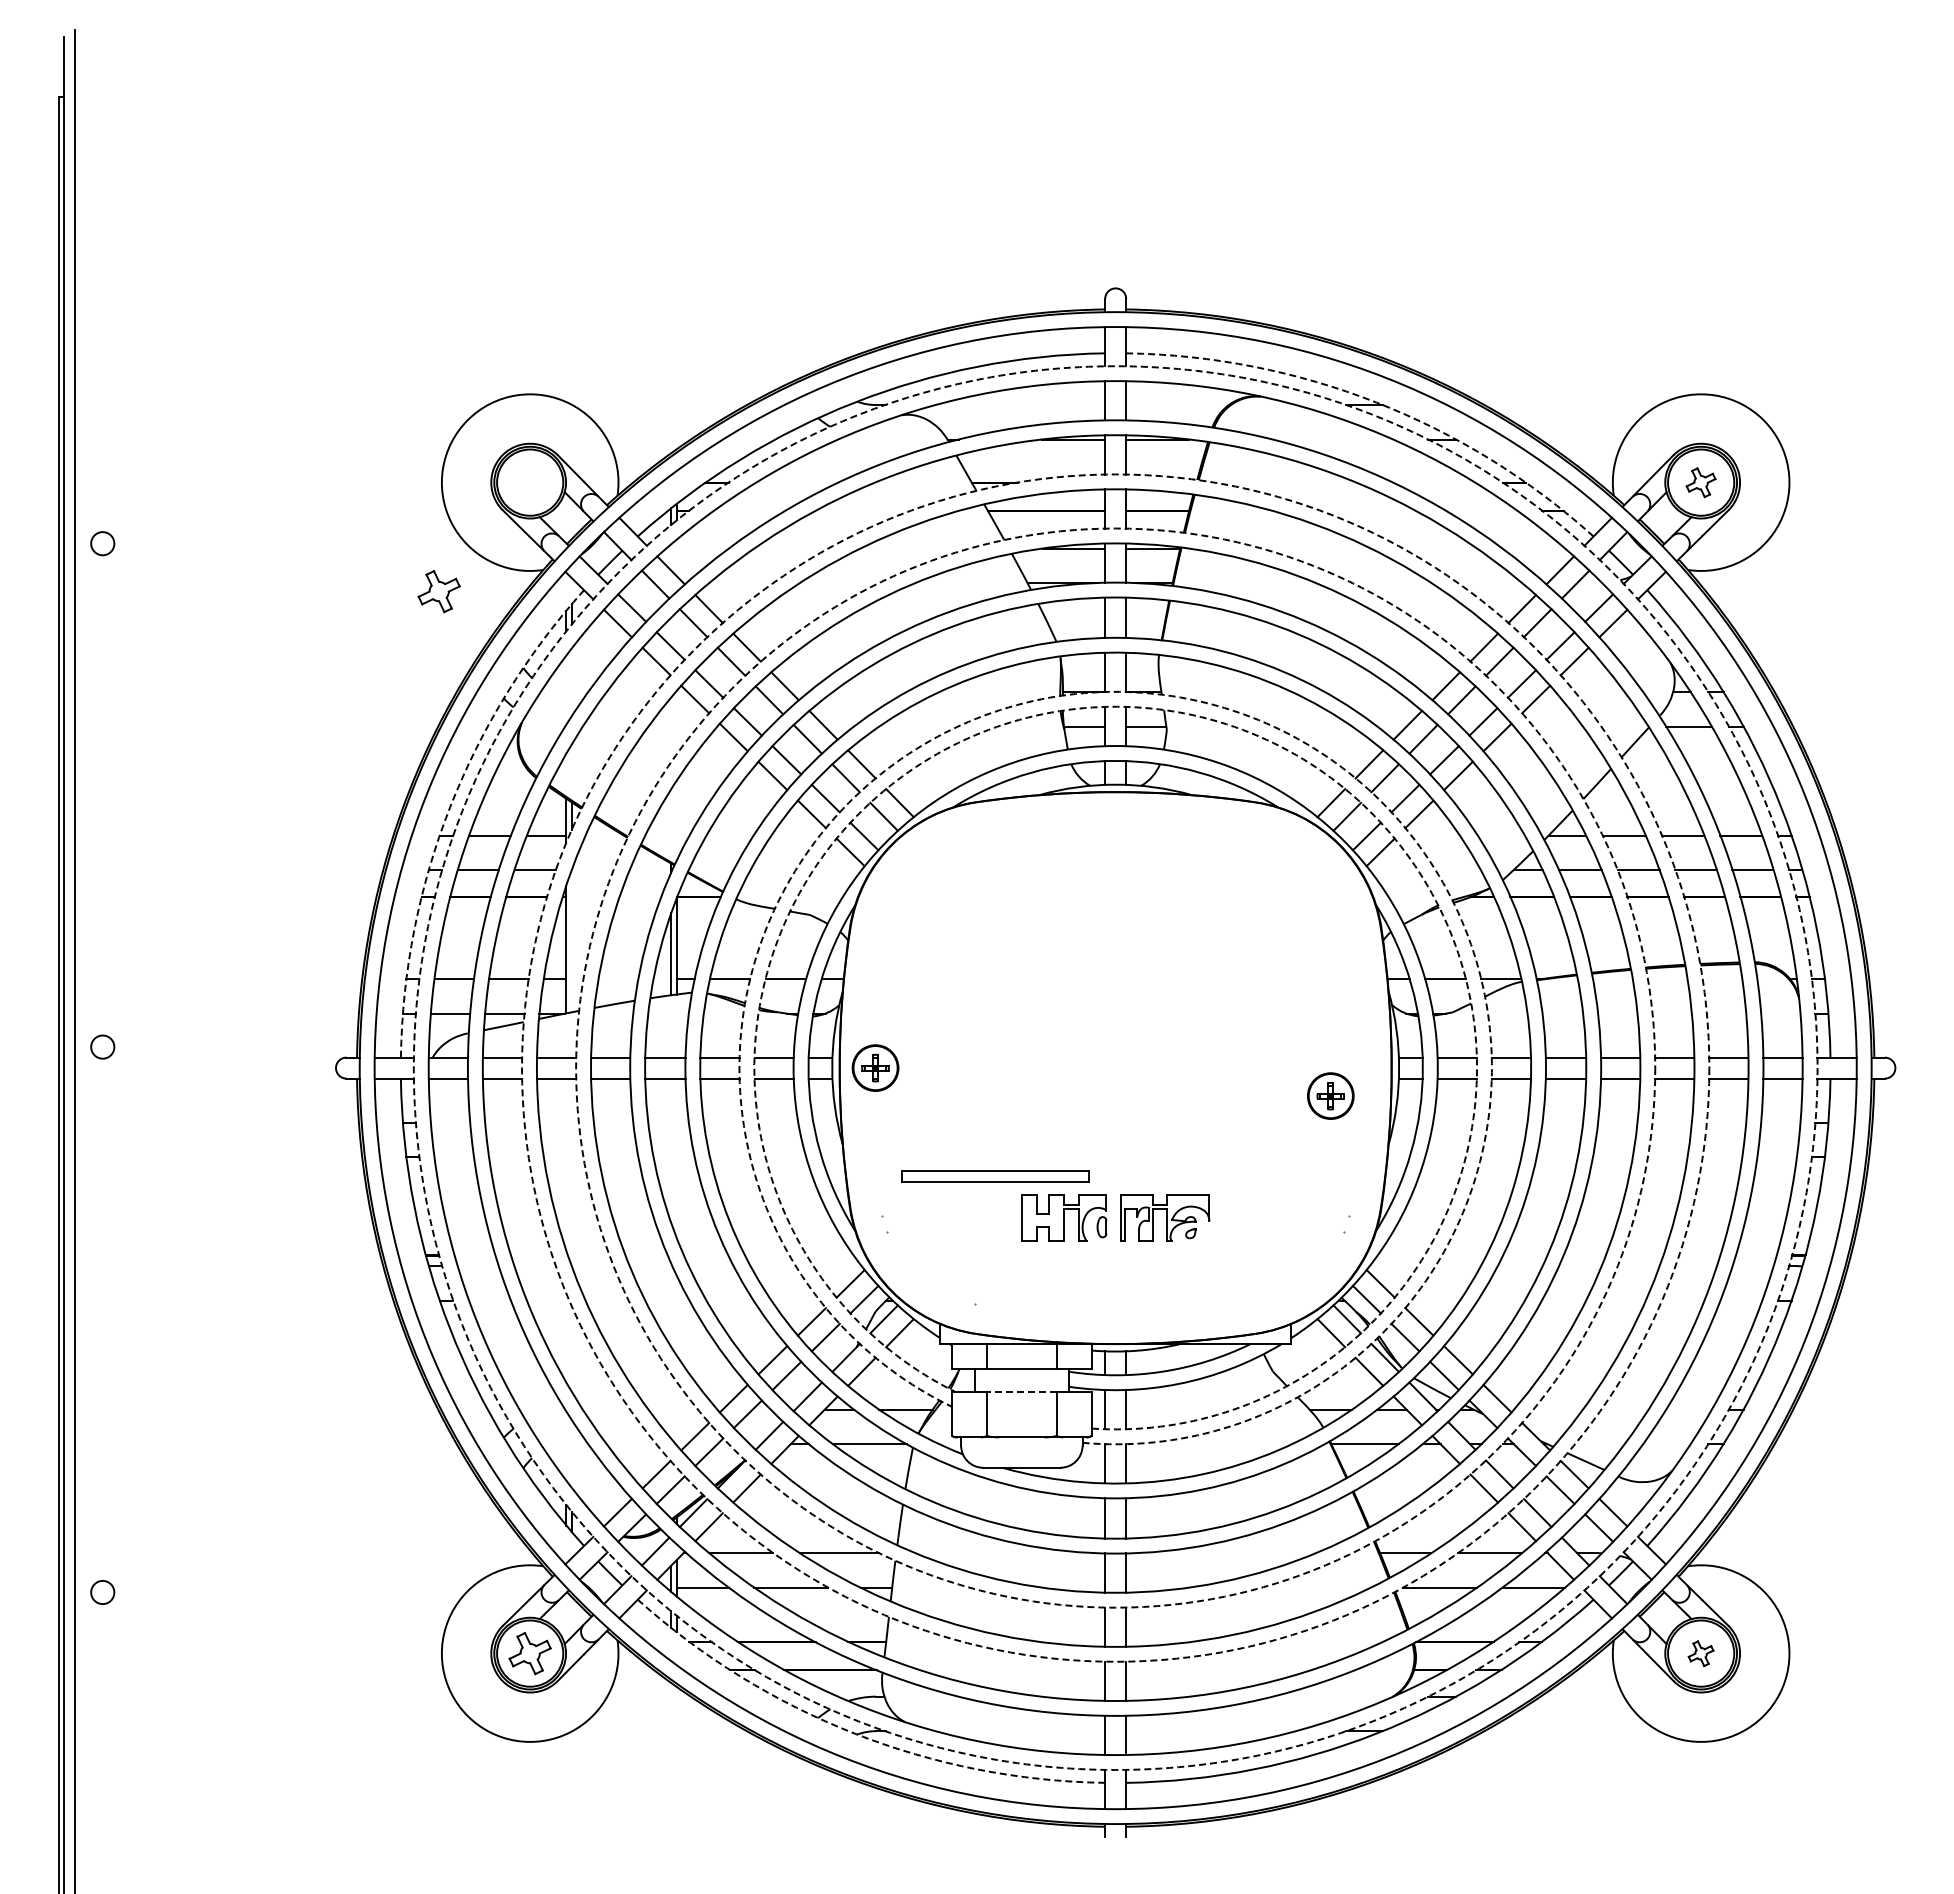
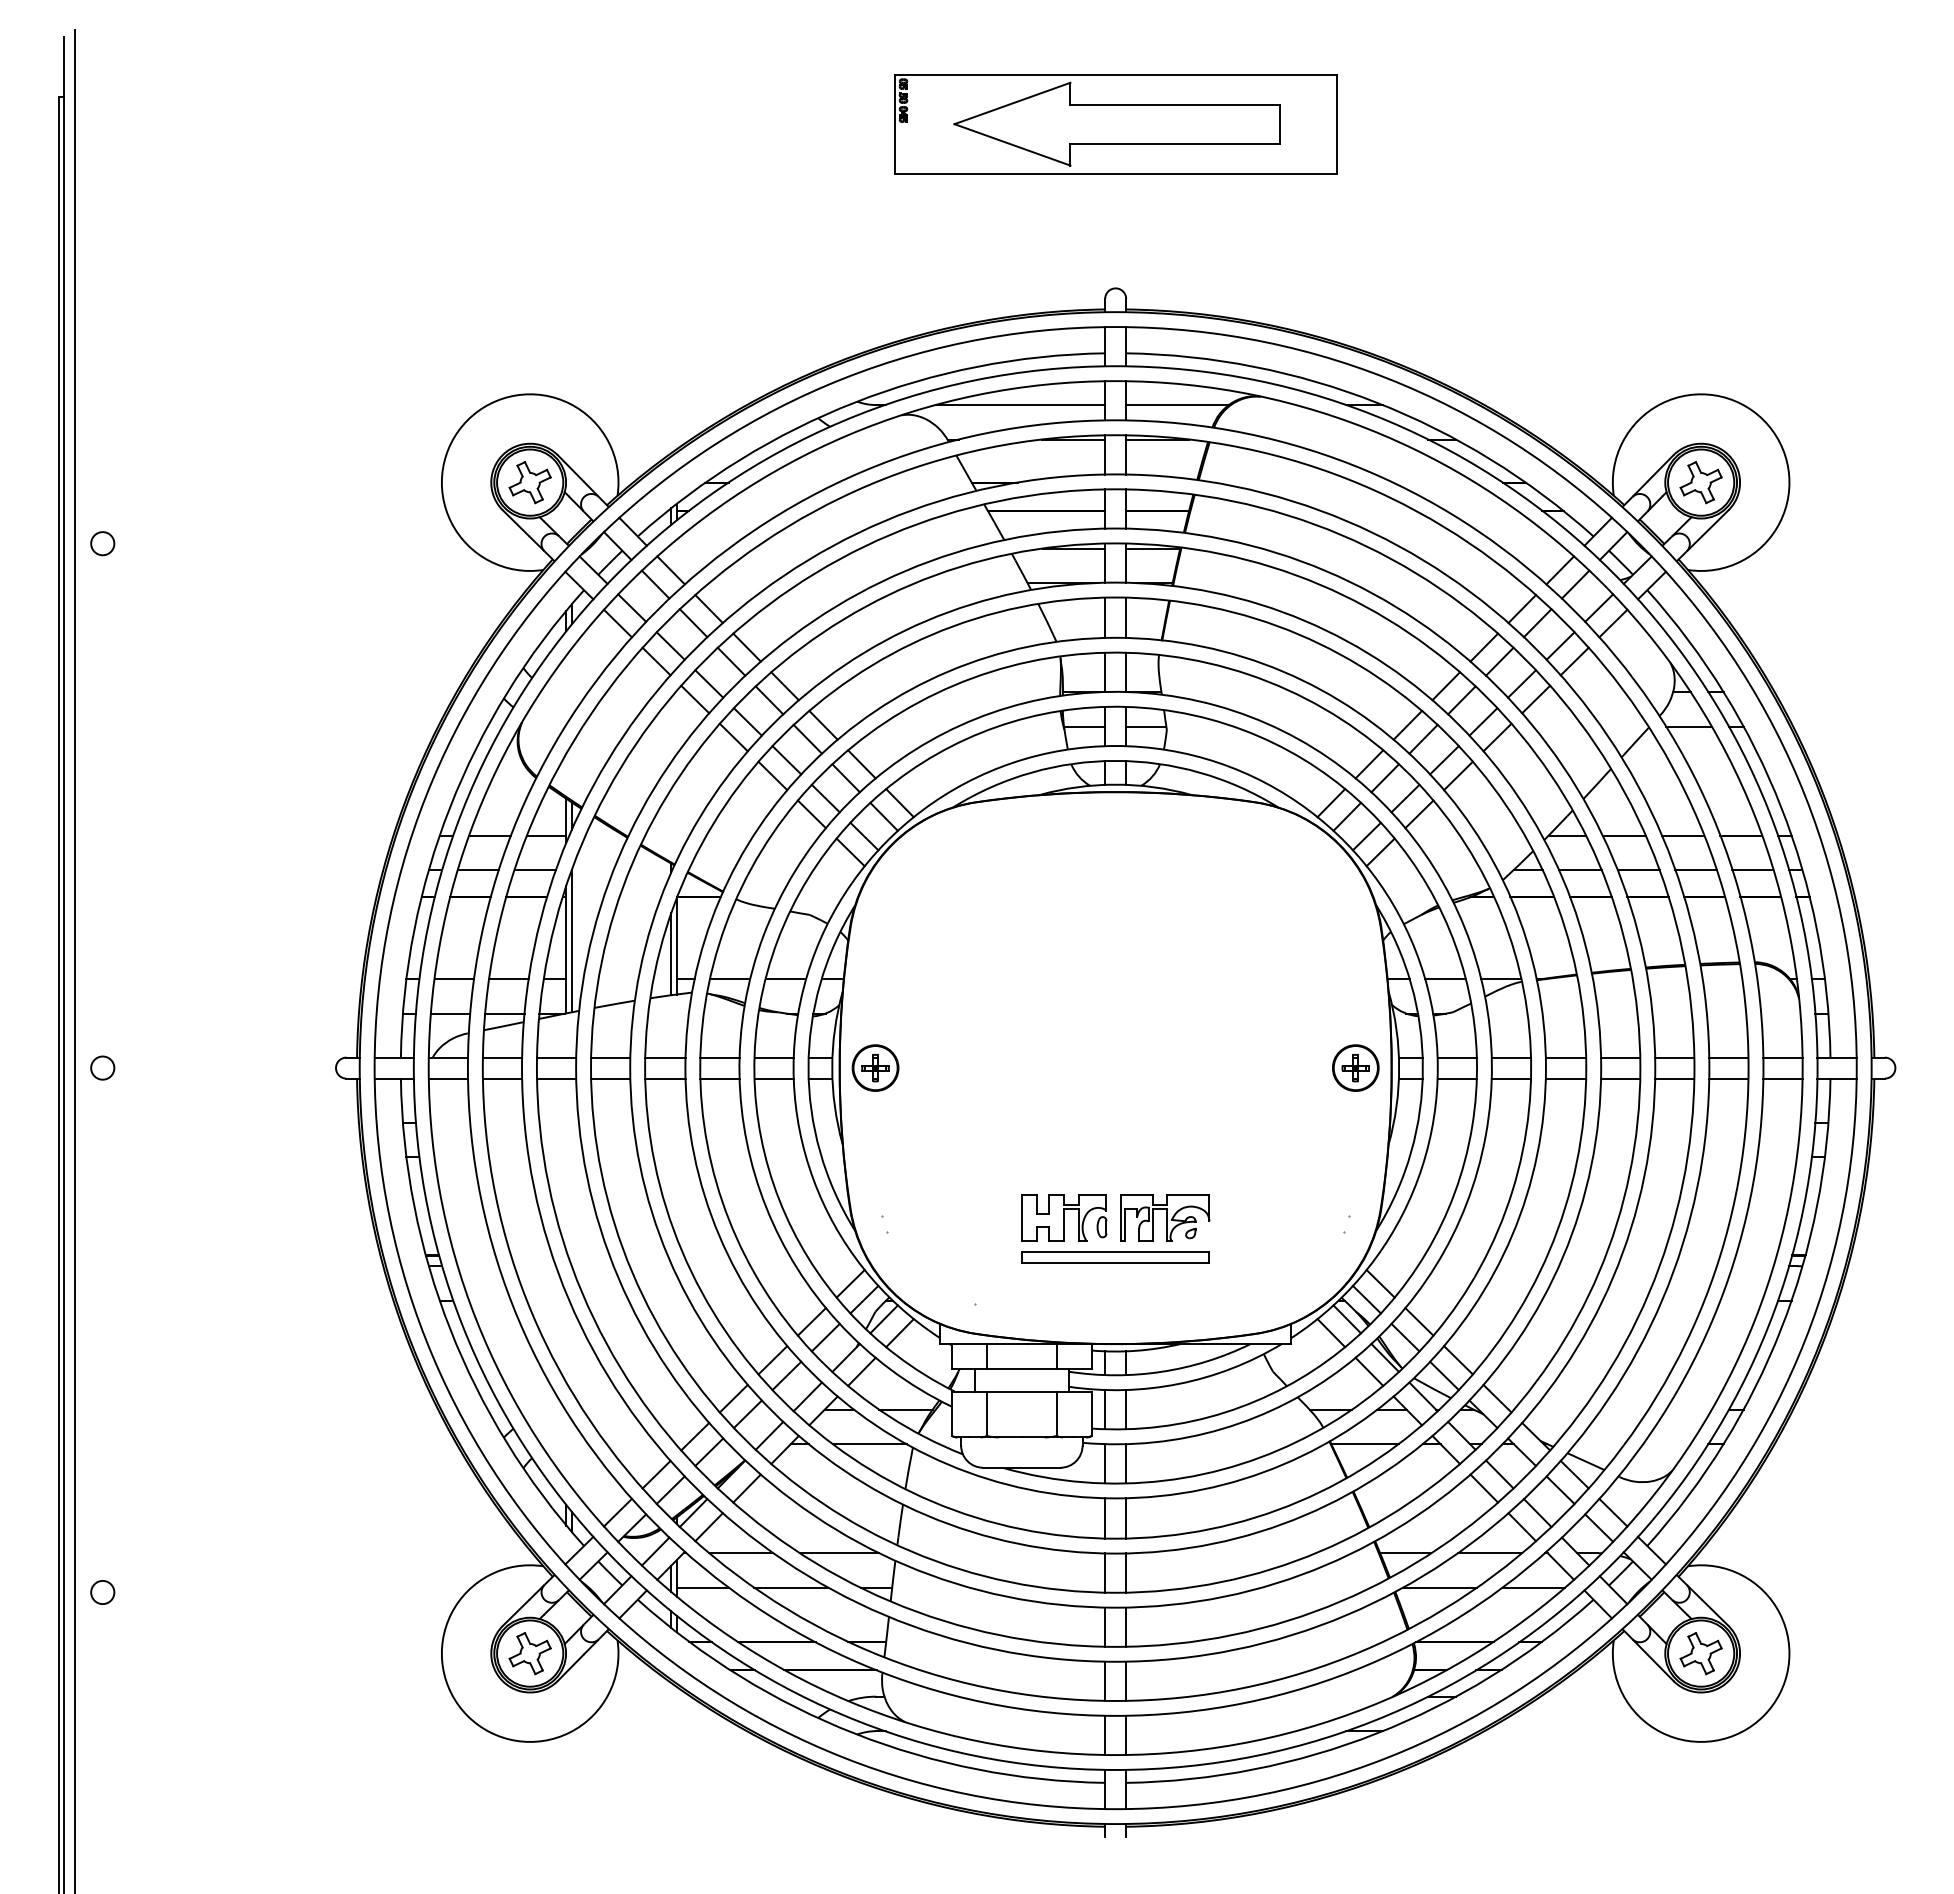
part at (1115, 124): none -> present
arc at (1376, 402): dashed -> solid
line at (1020, 405): none -> present
line at (1177, 405): none -> present
part at (1700, 482) size: 32x32 px -> 44x44 px
part at (438, 591) position: (438, 591) -> (529, 482)
arc at (1215, 705): dashed -> solid
arc at (1209, 719): dashed -> solid
arc at (450, 807): dashed -> solid
line at (571, 940): none -> present
circle at (102, 1046) position: (102, 1046) -> (102, 1067)
circle at (1115, 1067): dashed -> solid
circle at (1115, 1067): dashed -> solid
circle at (1115, 1067): dashed -> solid
part at (1330, 1095) position: (1330, 1095) -> (1355, 1067)
part at (995, 1176) position: (995, 1176) -> (1115, 1257)
line at (1021, 1391): dashed -> solid
part at (1700, 1653) size: 28x28 px -> 44x44 px
arc at (854, 1733): dashed -> solid
